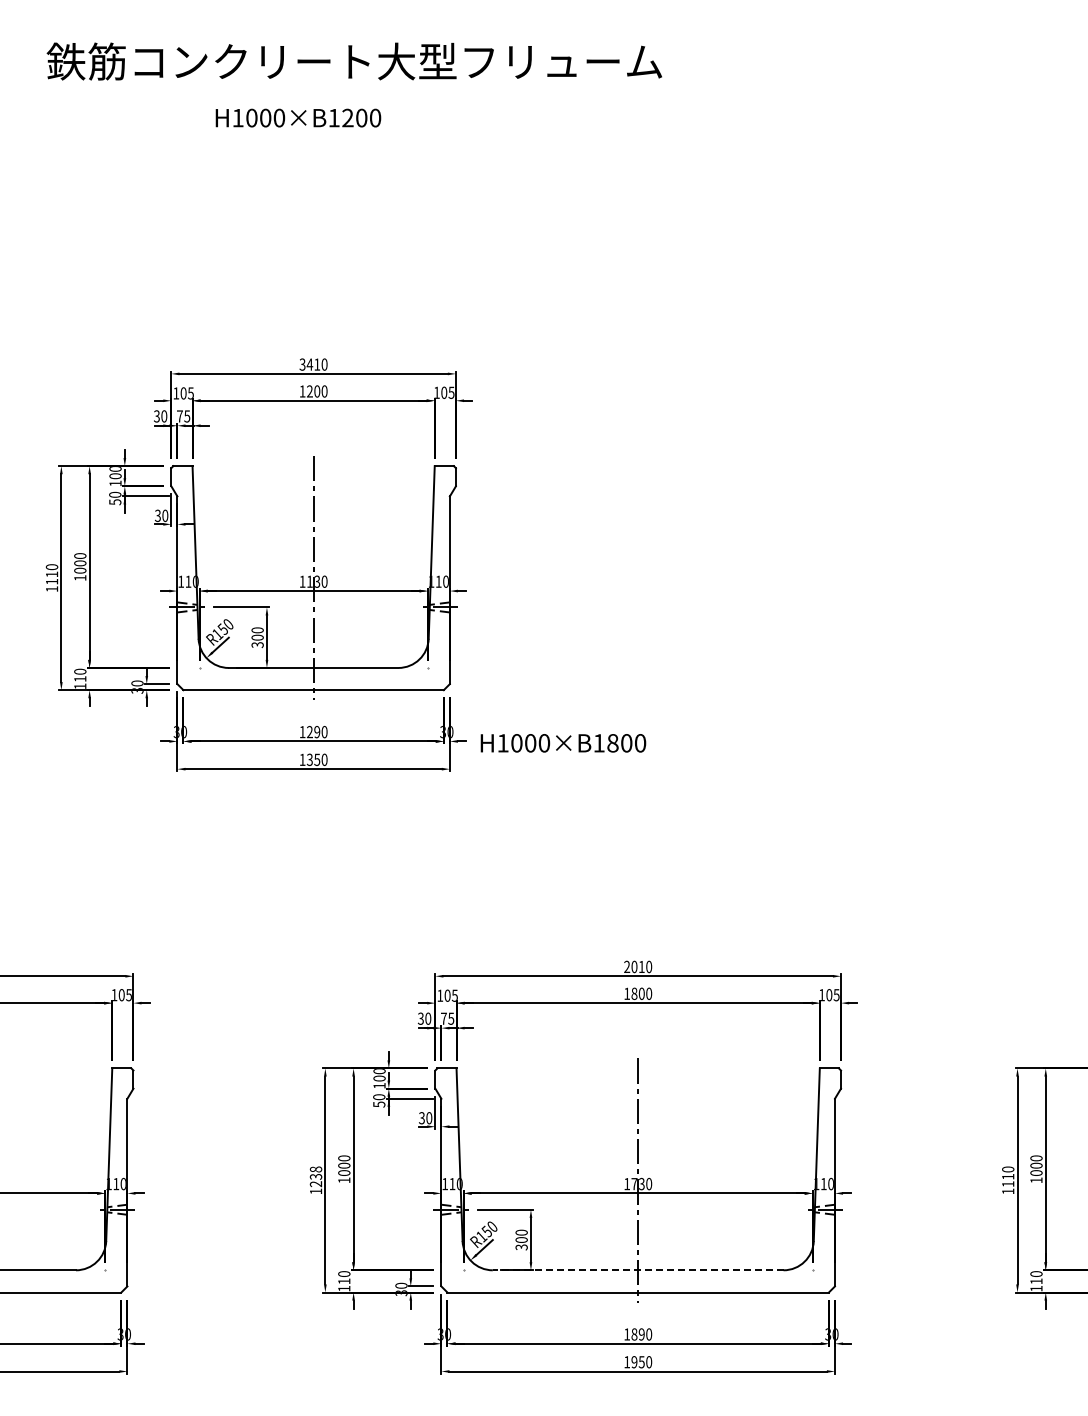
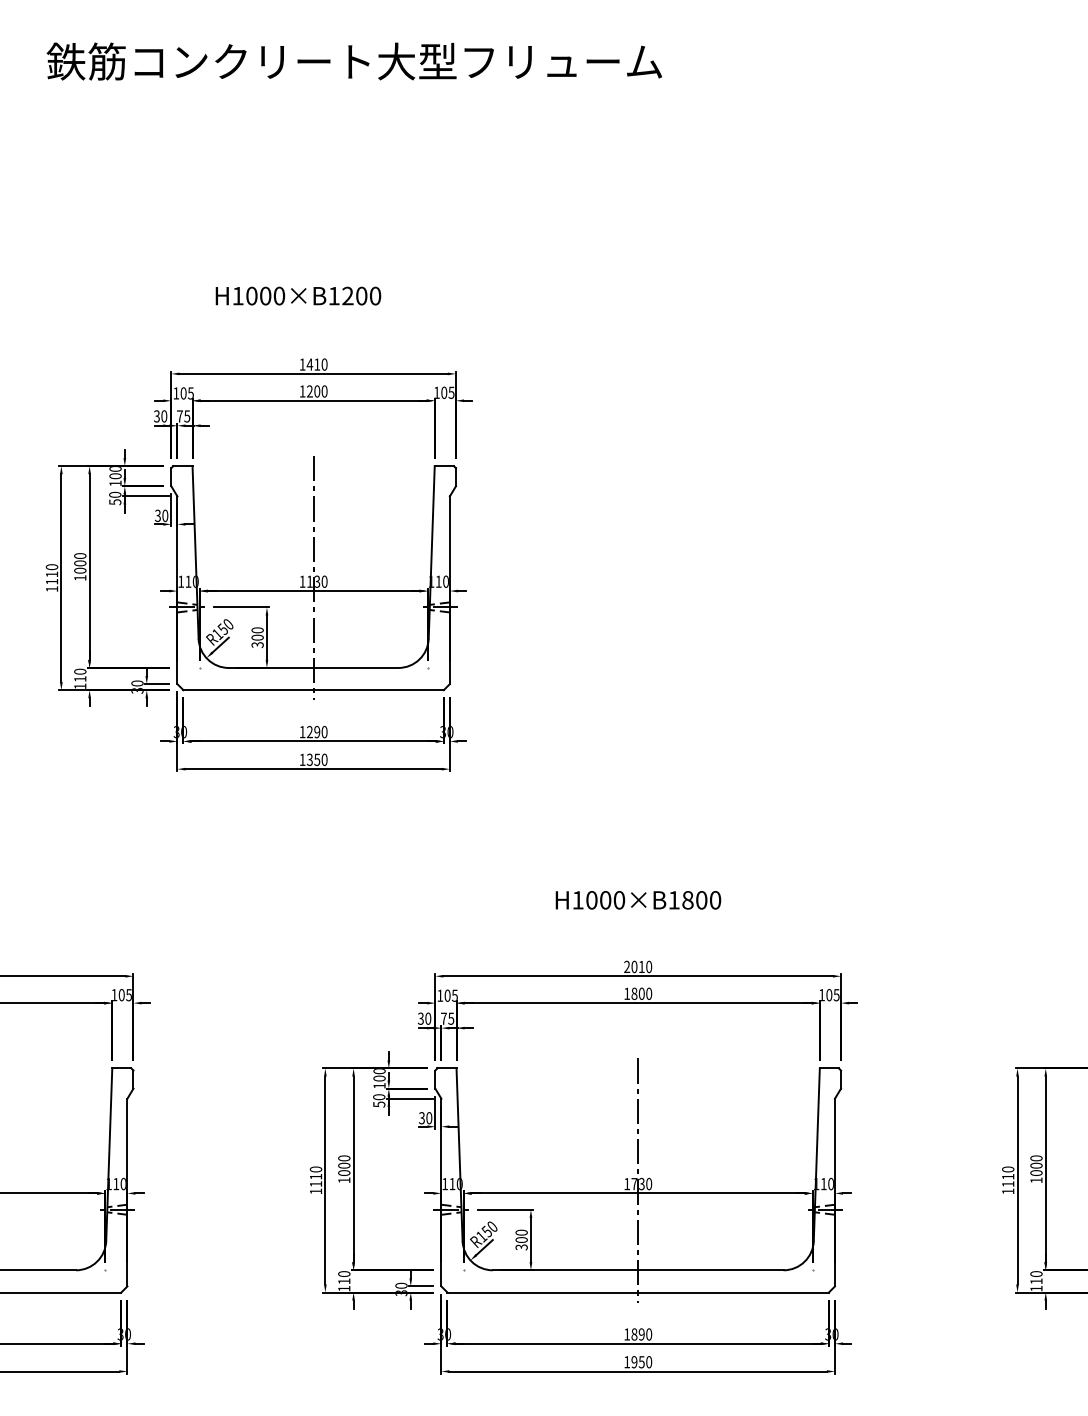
text at (298, 117) position: (298, 117) -> (298, 295)
text at (302, 364): 3410 -> 1410
text at (563, 743) position: (563, 743) -> (638, 900)
text at (315, 1176): 1238 -> 1110
line at (637, 1270): dashed -> solid
